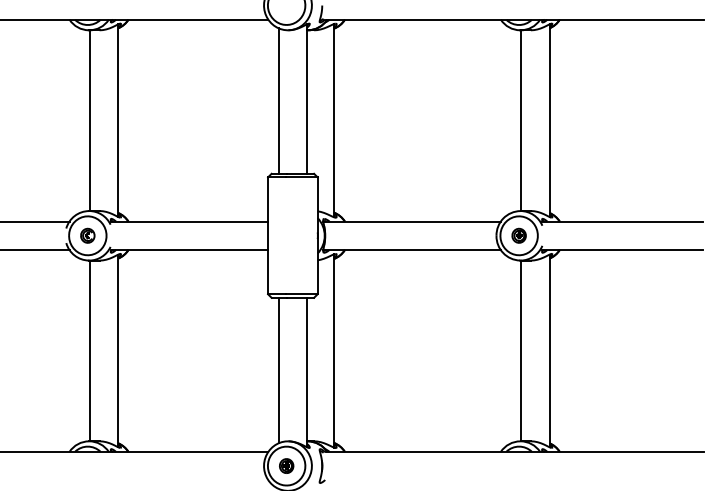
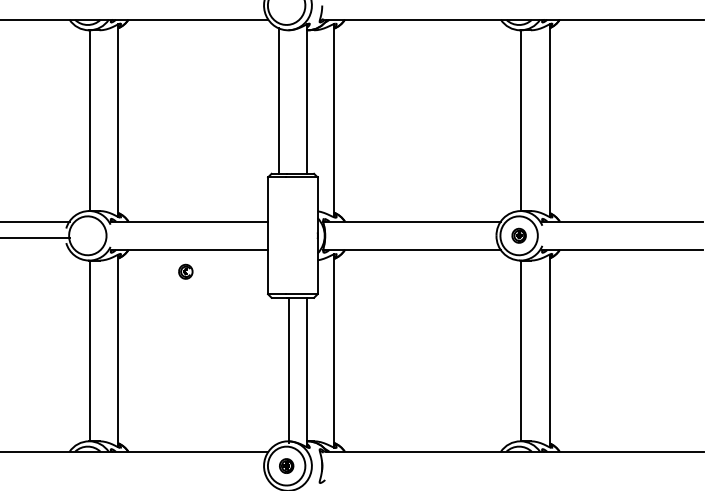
part at (87, 235) position: (87, 235) -> (185, 271)
line at (35, 249) position: (35, 249) -> (35, 237)
line at (278, 370) position: (278, 370) -> (288, 370)
